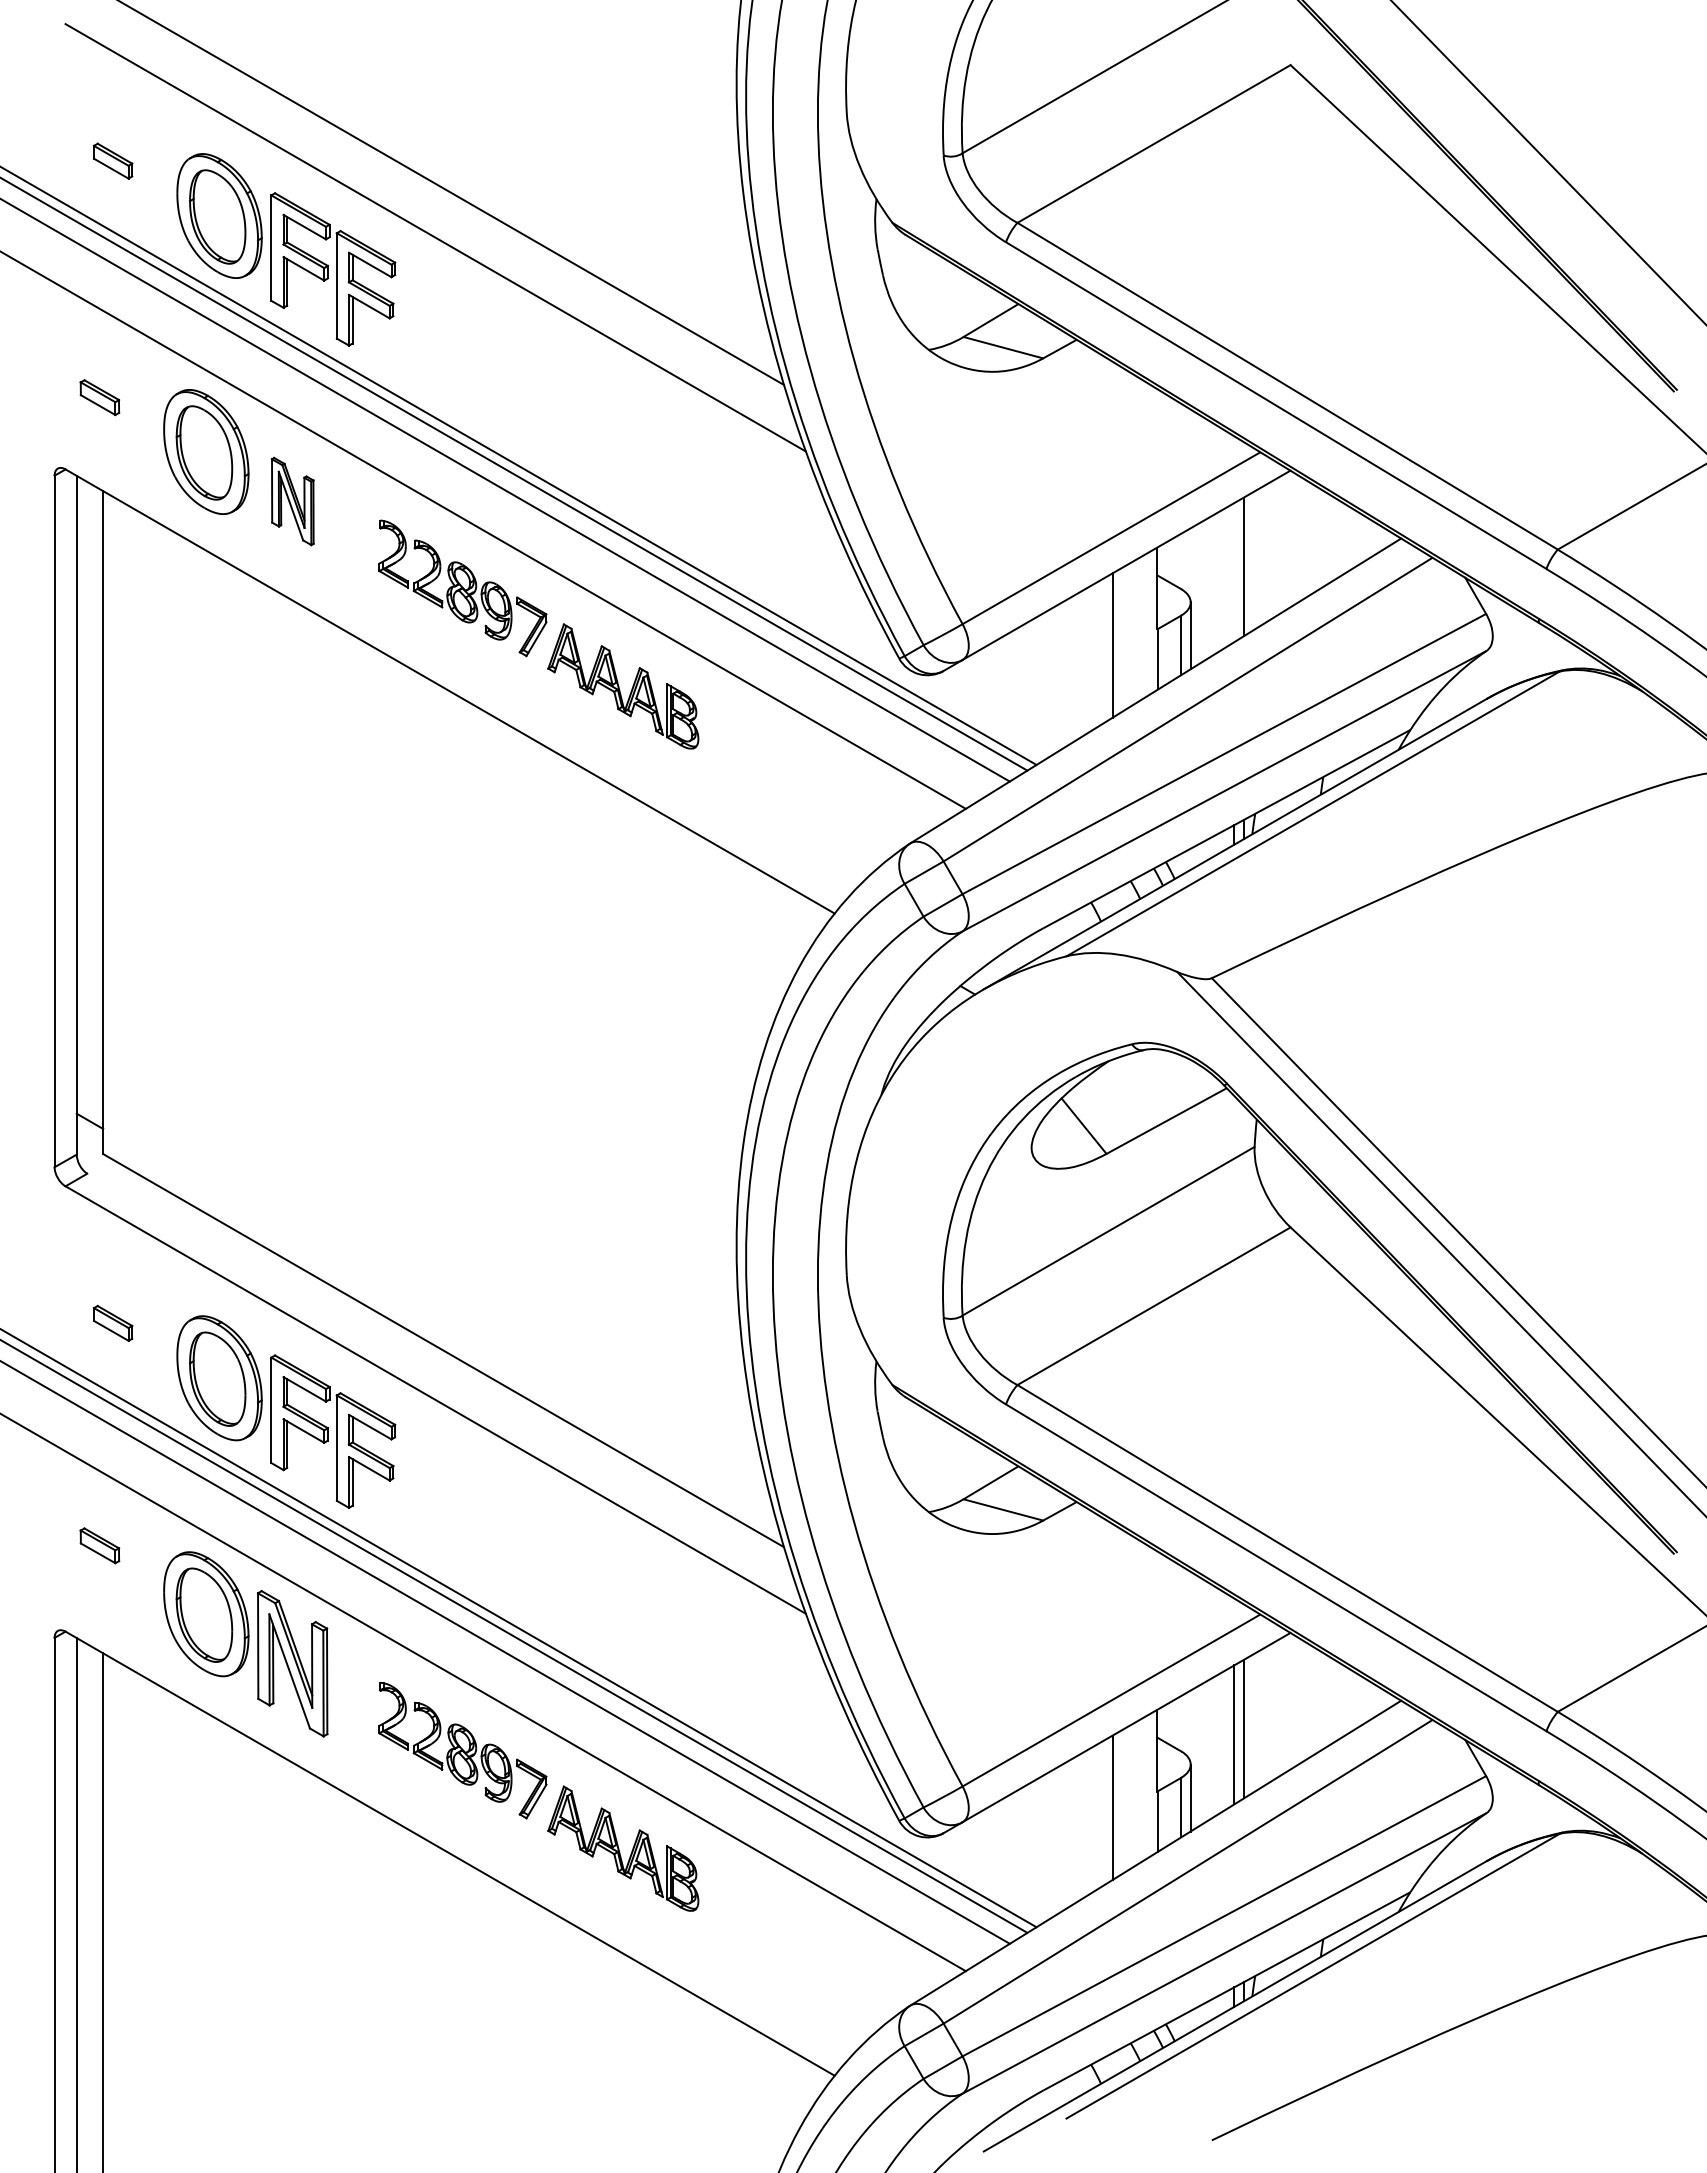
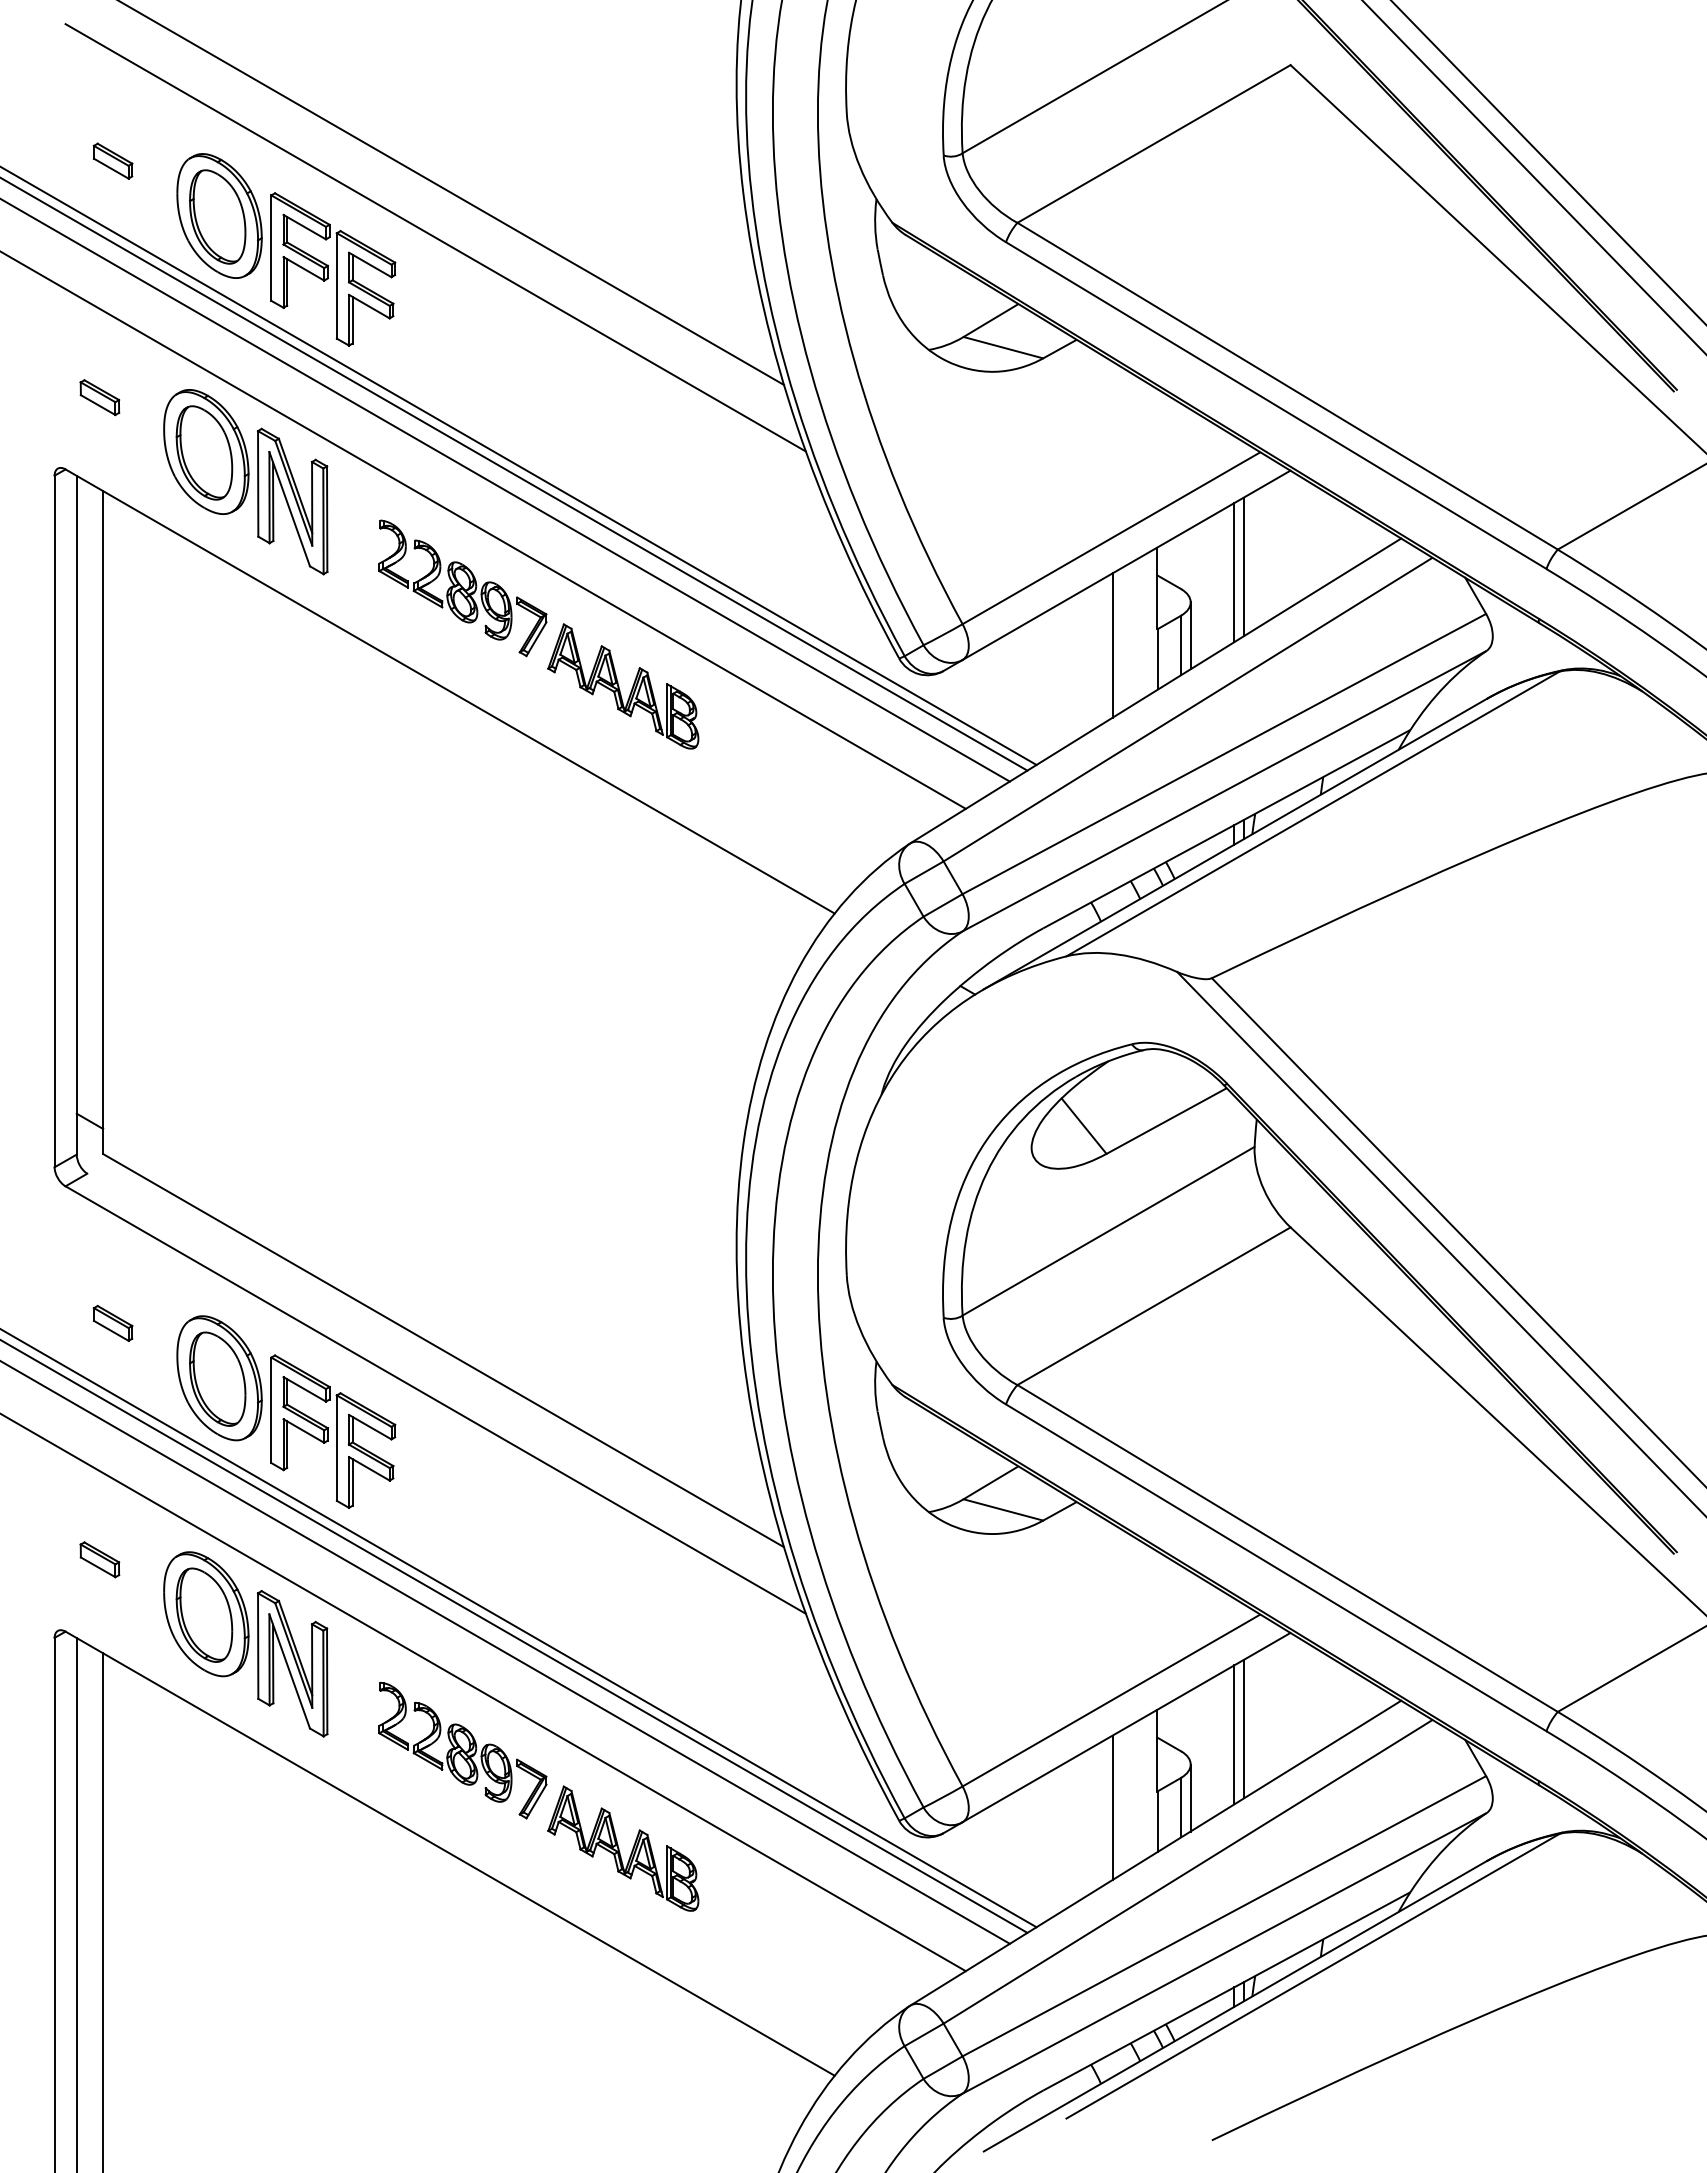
line at (1533, 177): none -> present
part at (292, 501) size: 45x91 px -> 72x149 px
line at (1234, 572): none -> present
part at (99, 1545) position: (99, 1545) -> (99, 1559)
